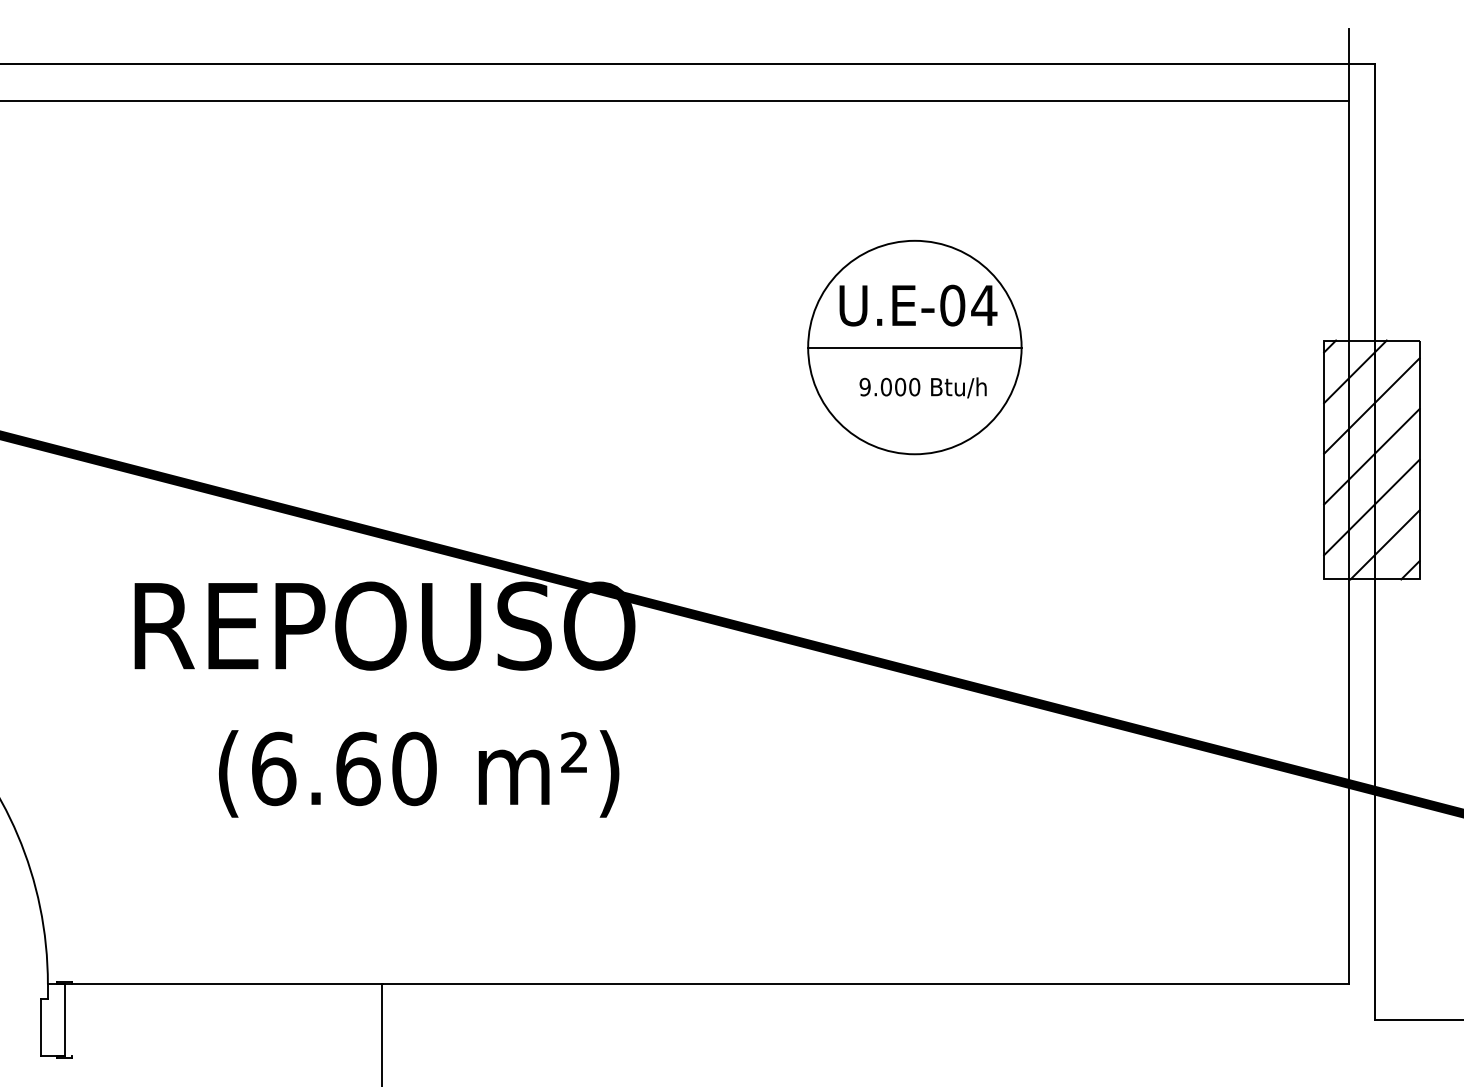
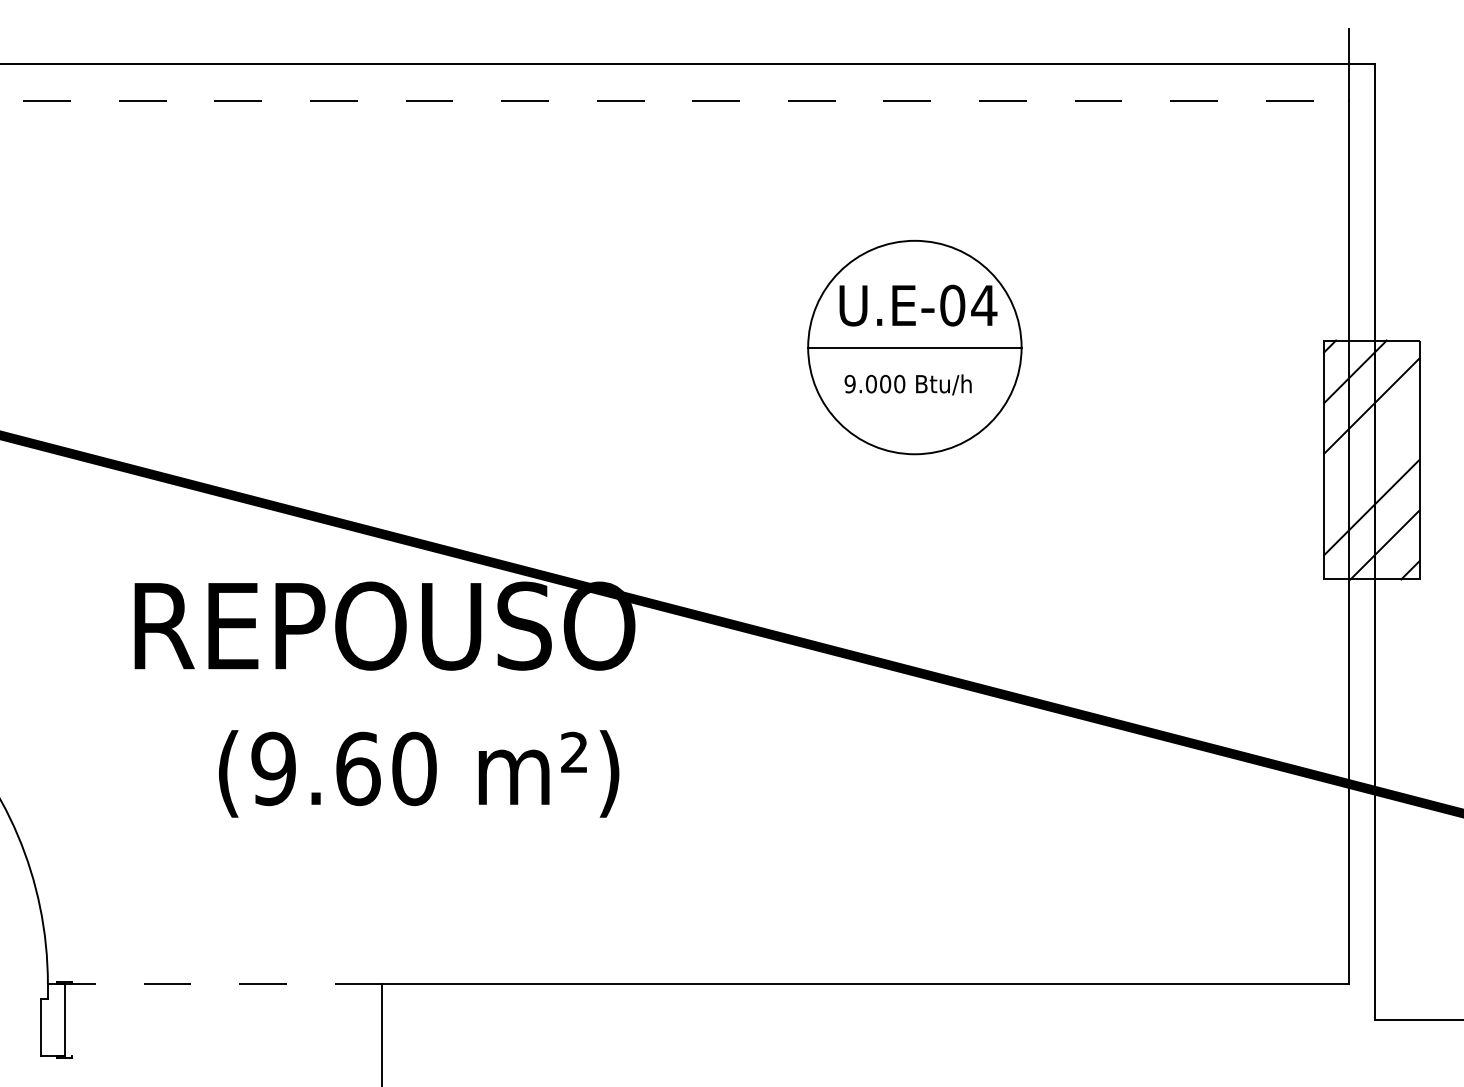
line at (674, 100): solid -> dashed
text at (922, 387) position: (922, 387) -> (907, 384)
line at (1371, 456): present -> none
text at (273, 768): (6.60 -> (9.60
line at (223, 984): solid -> dashed
